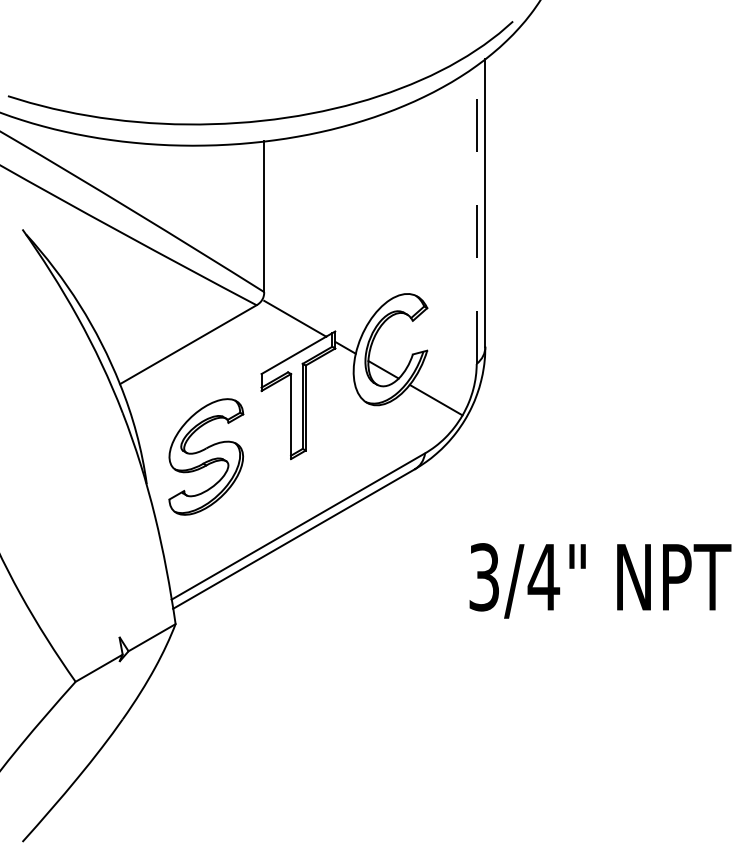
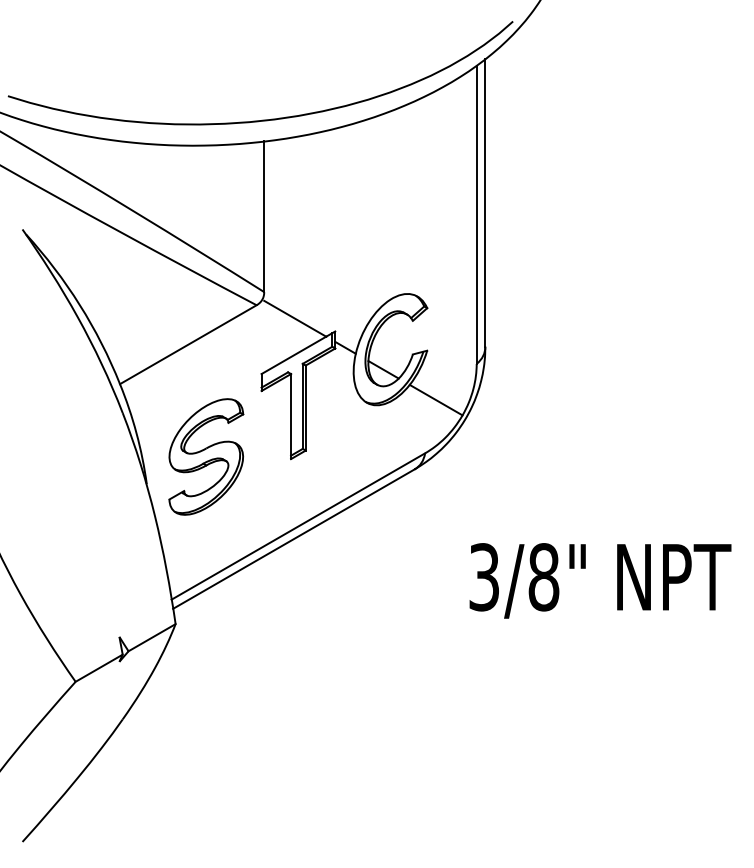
line at (476, 214): dashed -> solid
text at (543, 577): 3/4" -> 3/8"
